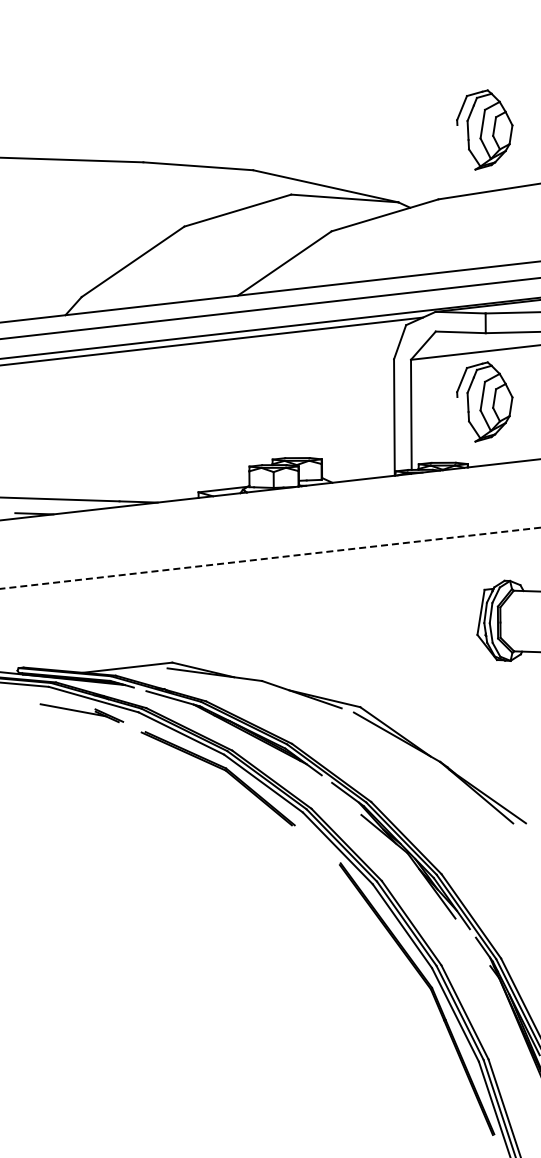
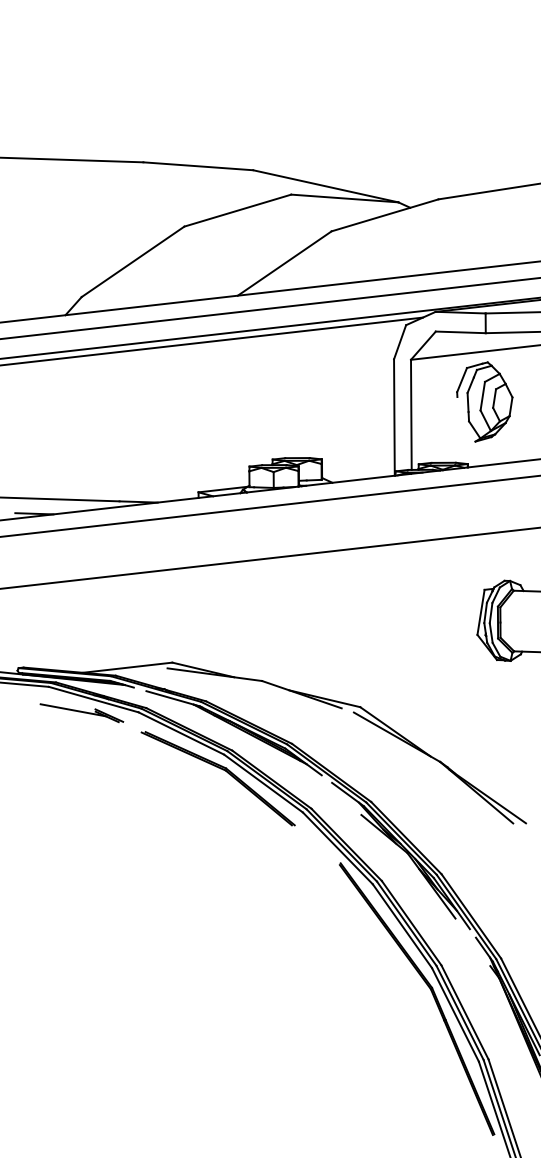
part at (484, 129): present -> none
line at (269, 506): none -> present
line at (269, 558): dashed -> solid
